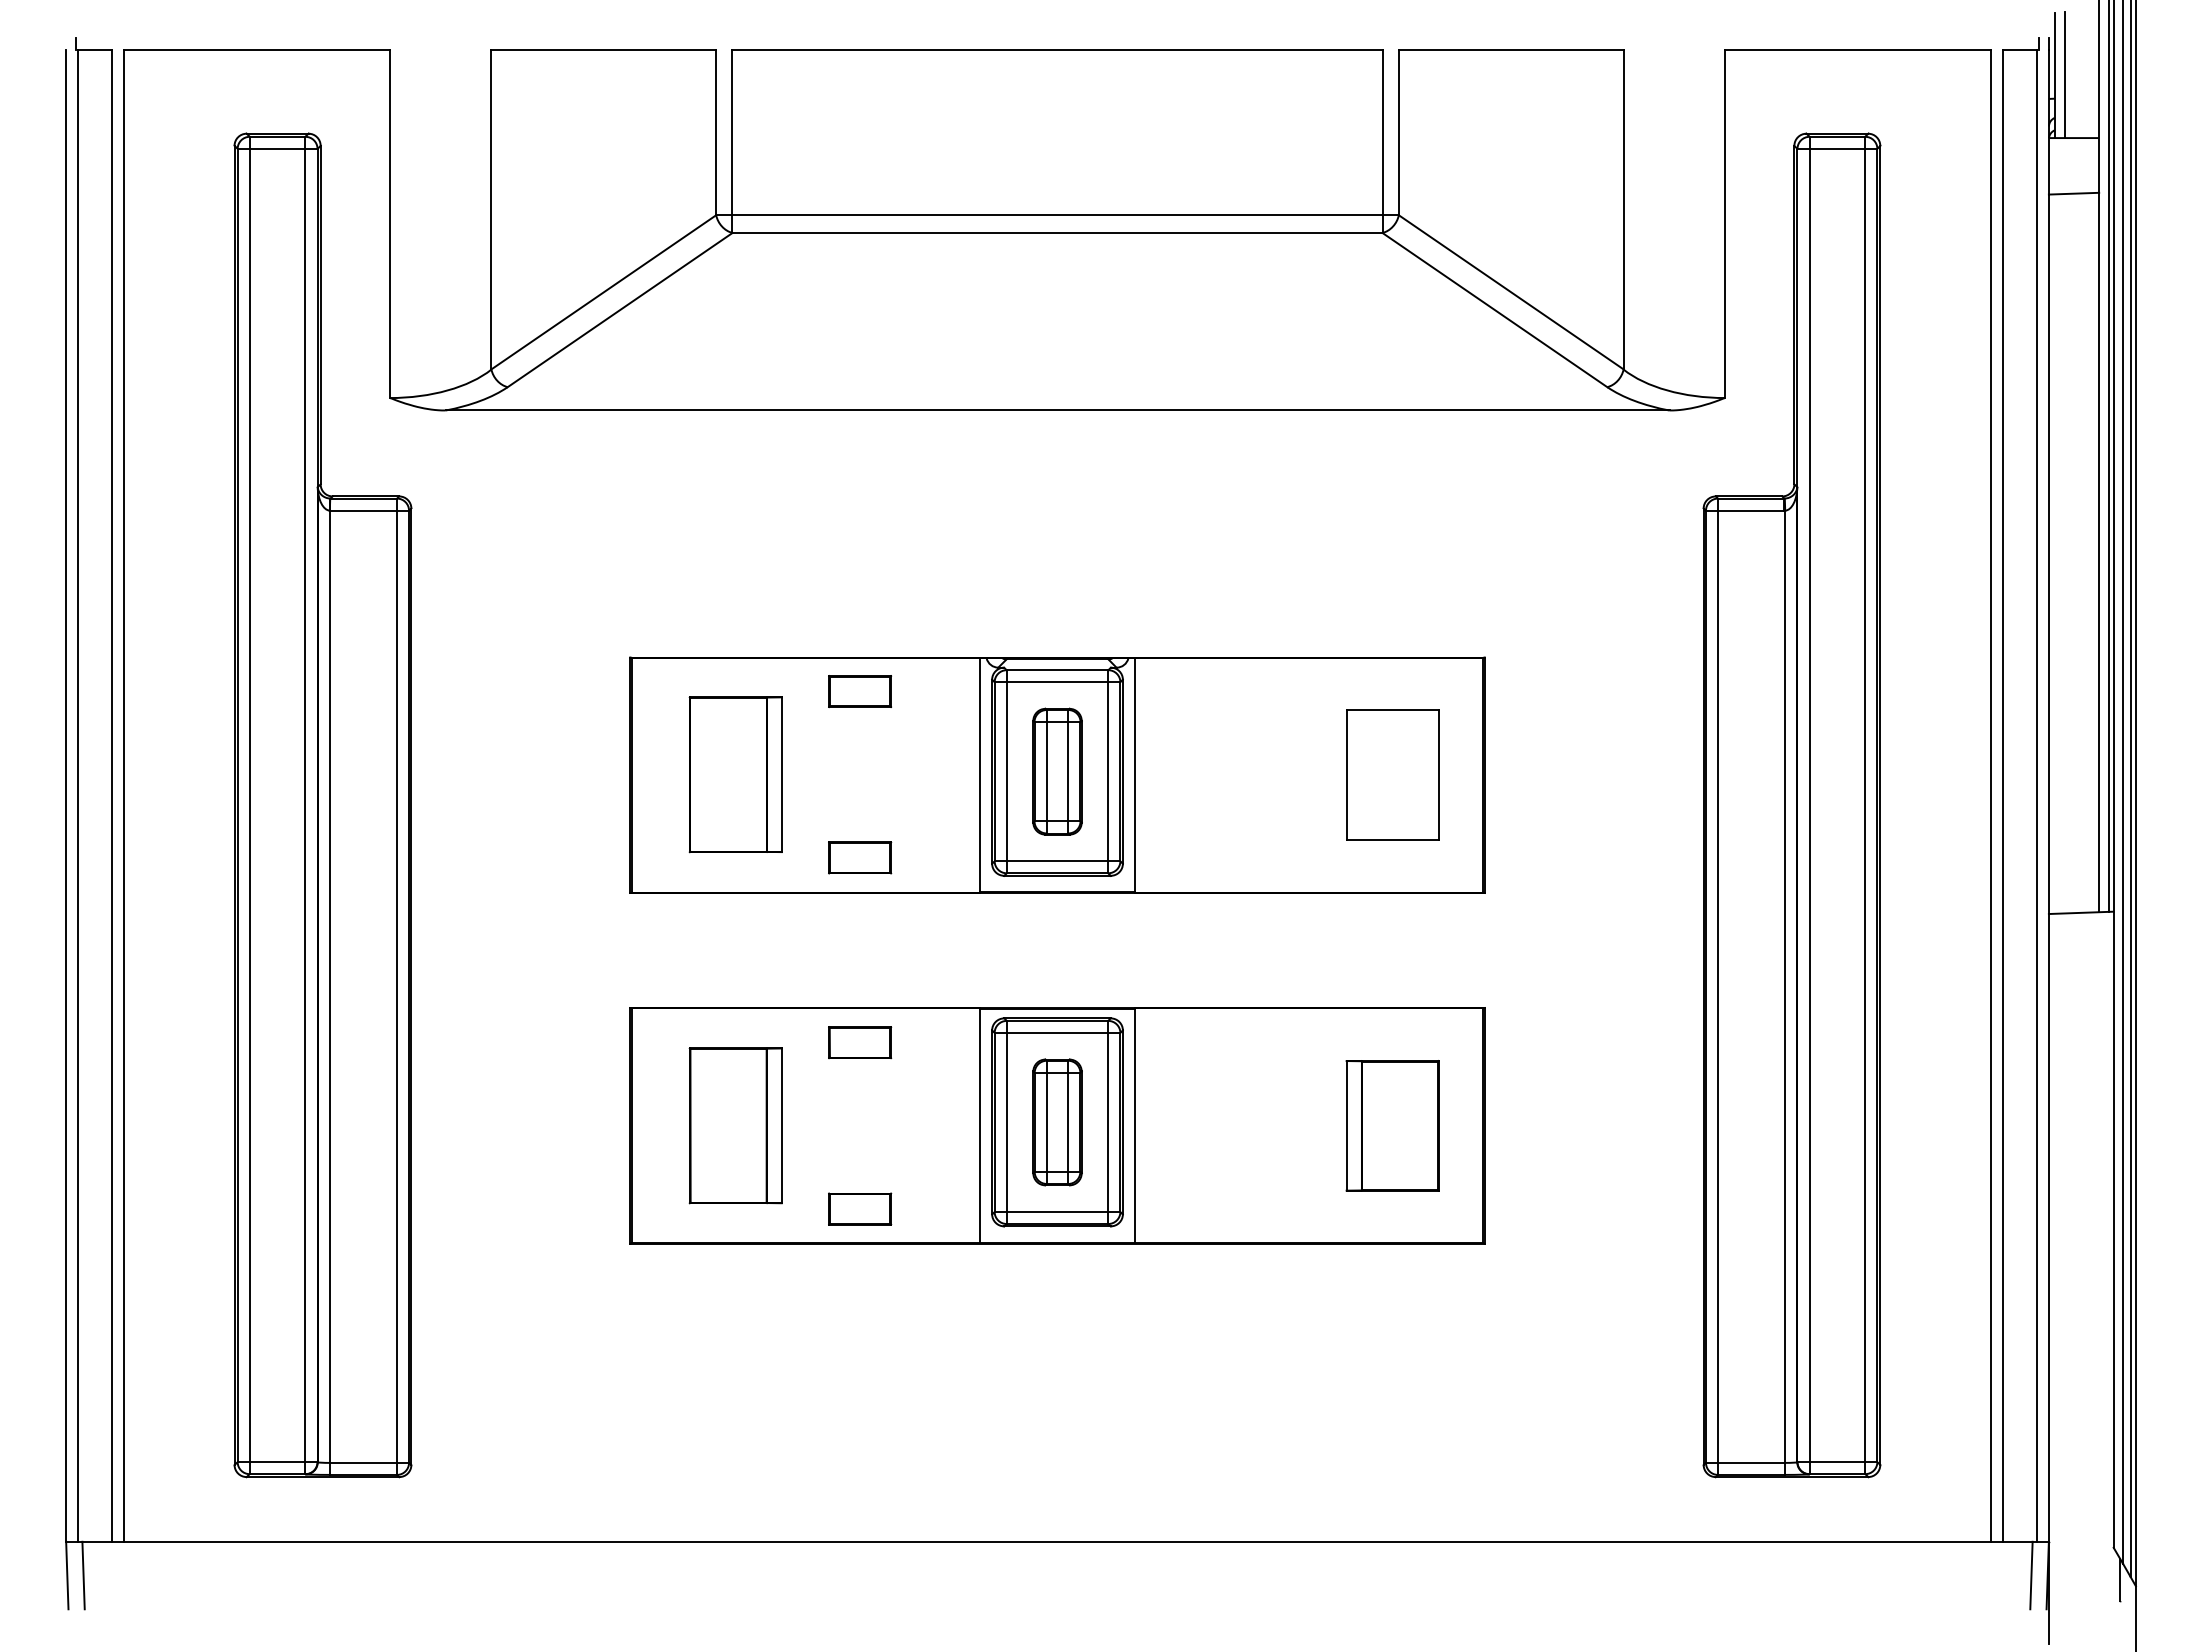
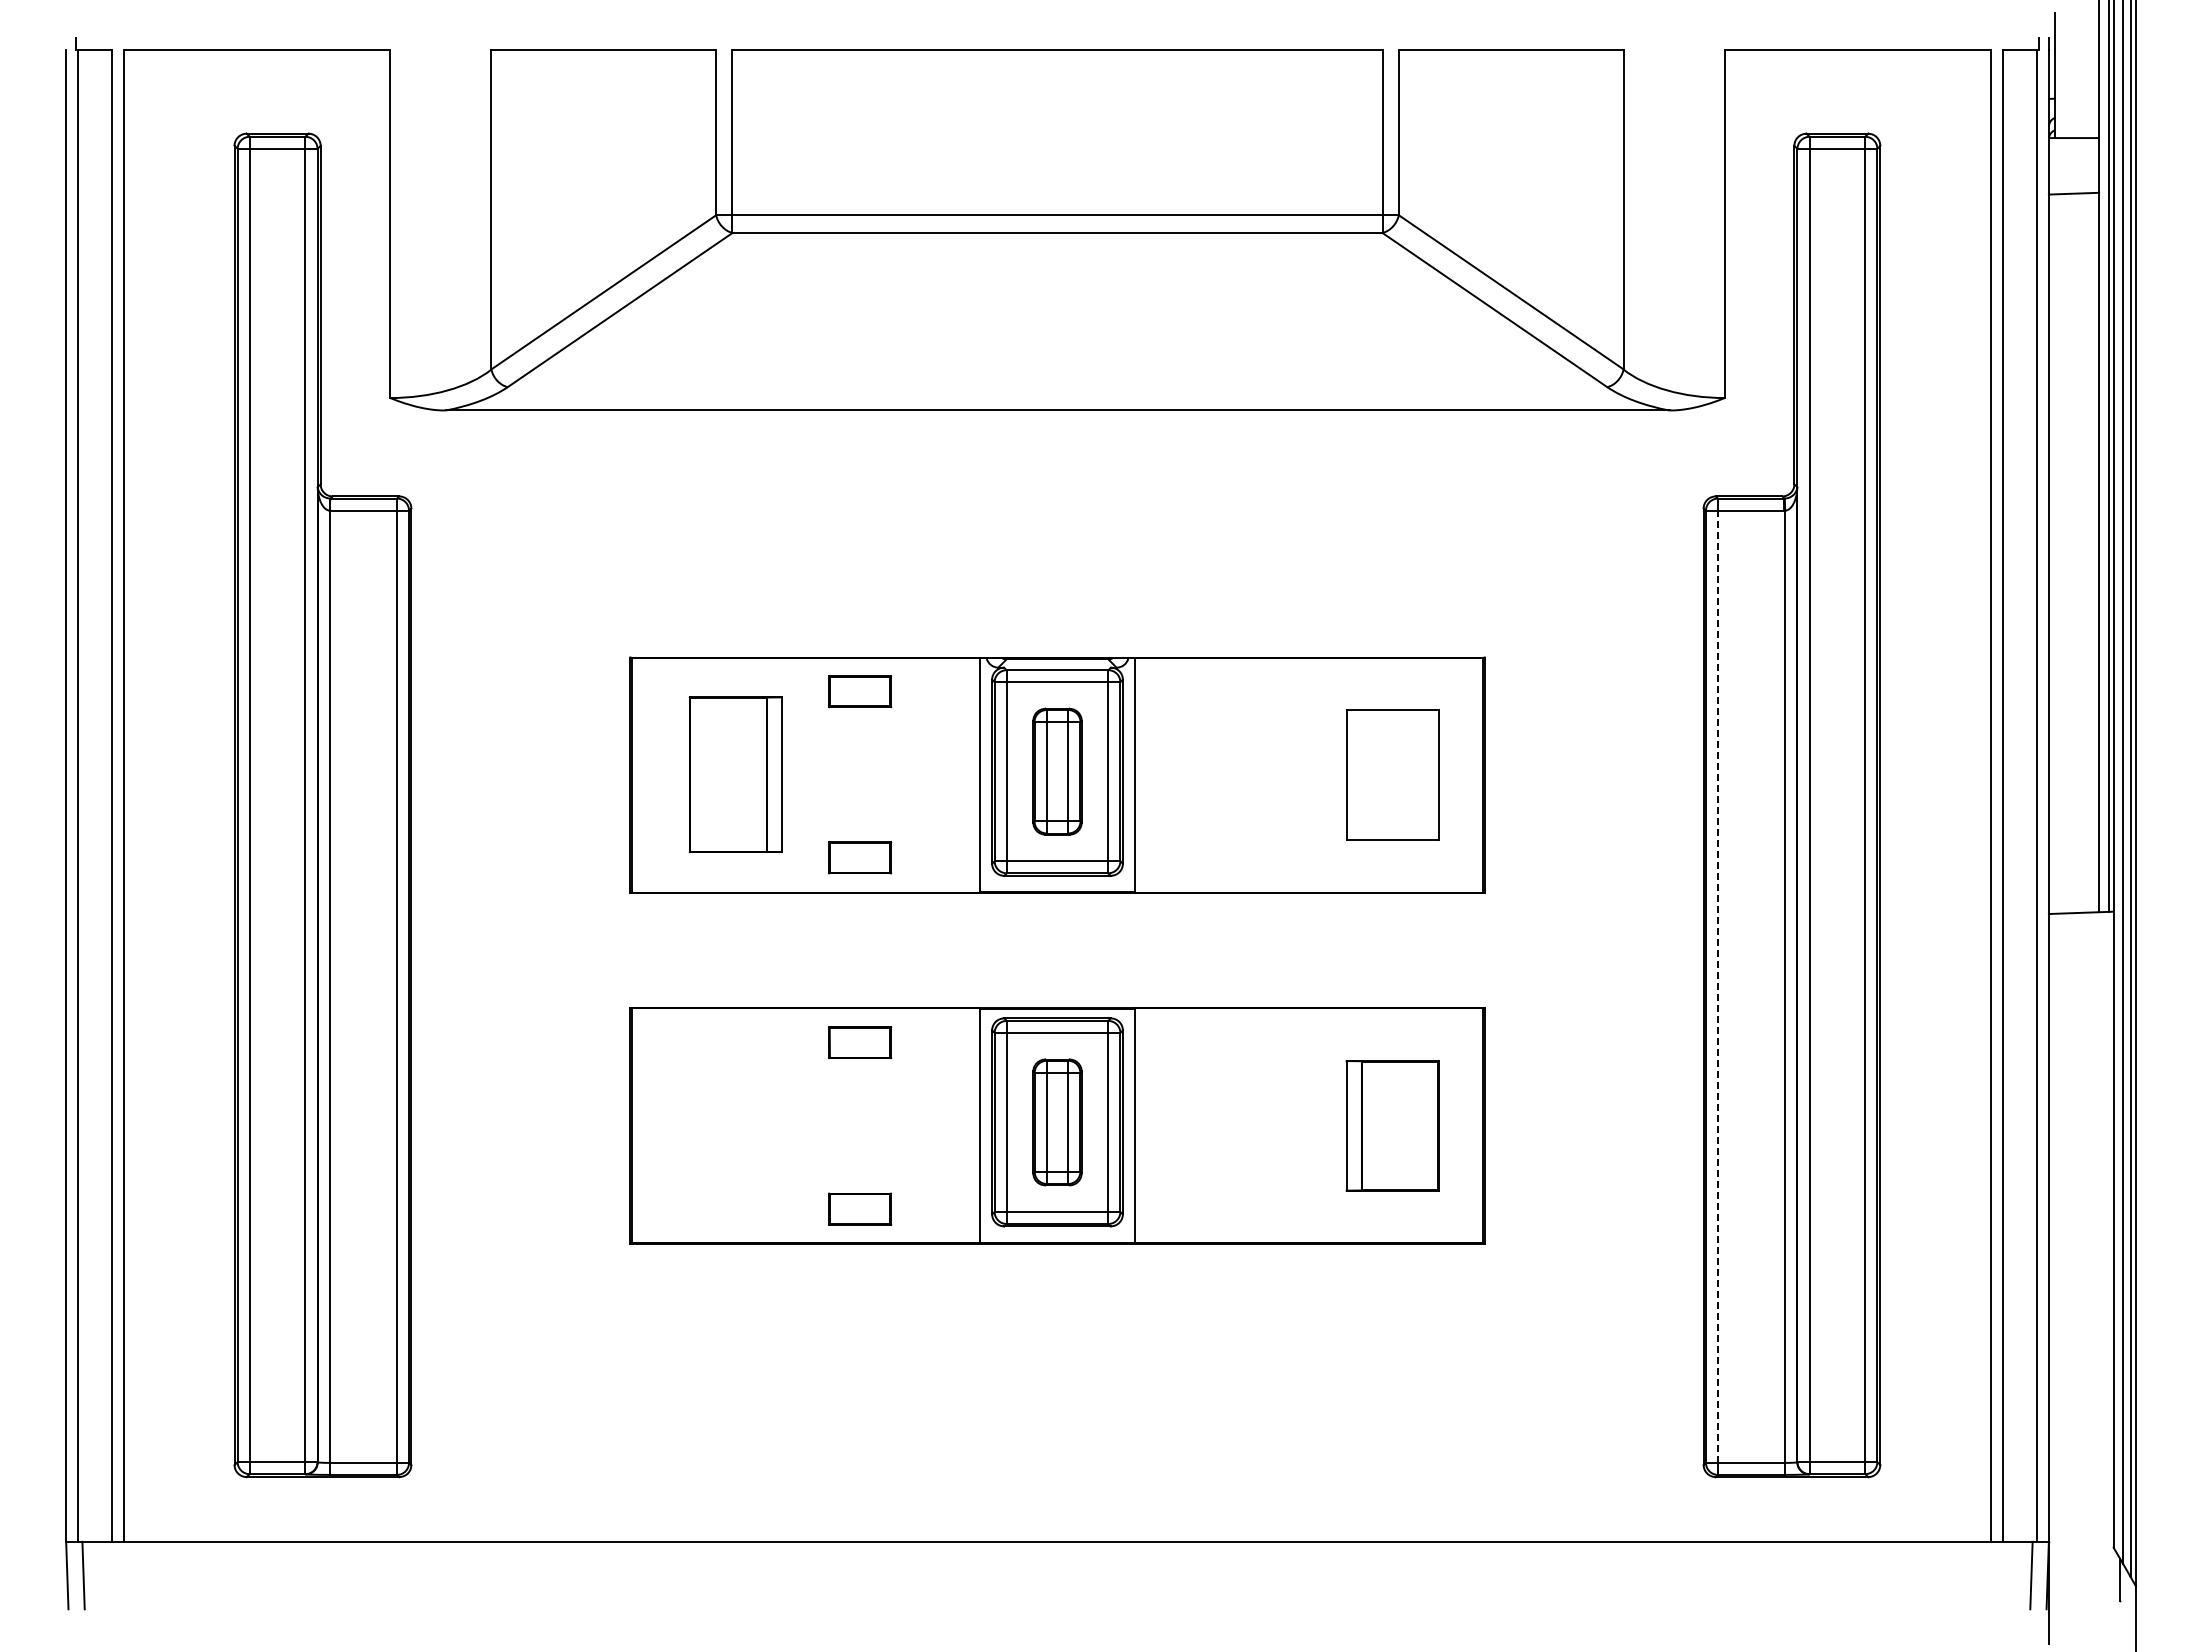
line at (2064, 75): present -> none
line at (1718, 986): solid -> dashed
part at (735, 1125): present -> none
